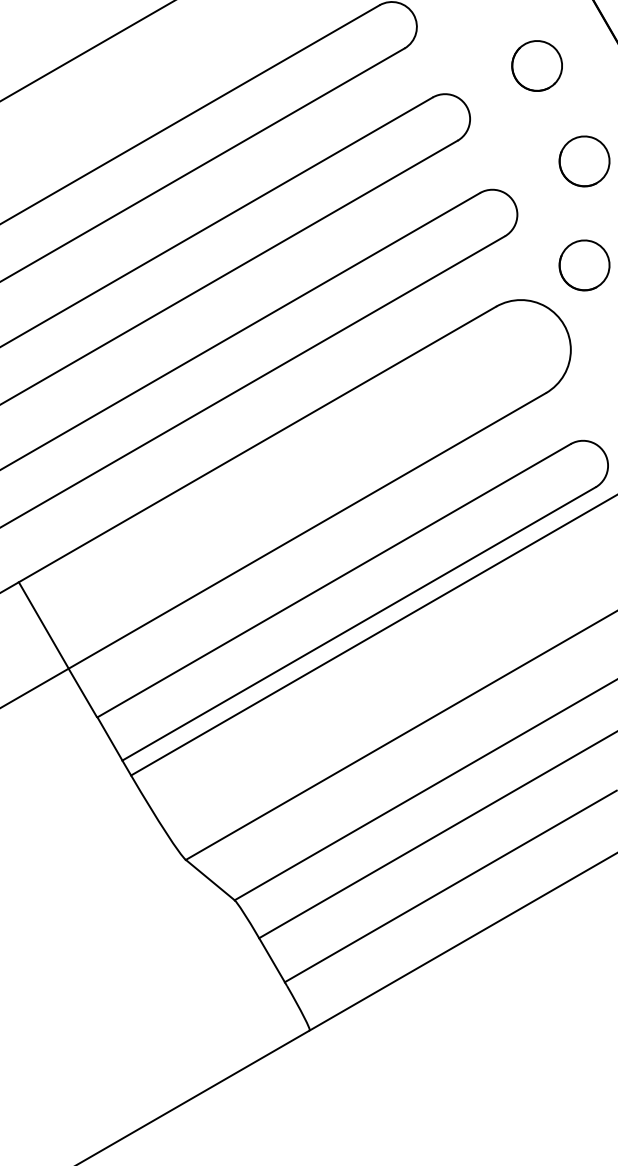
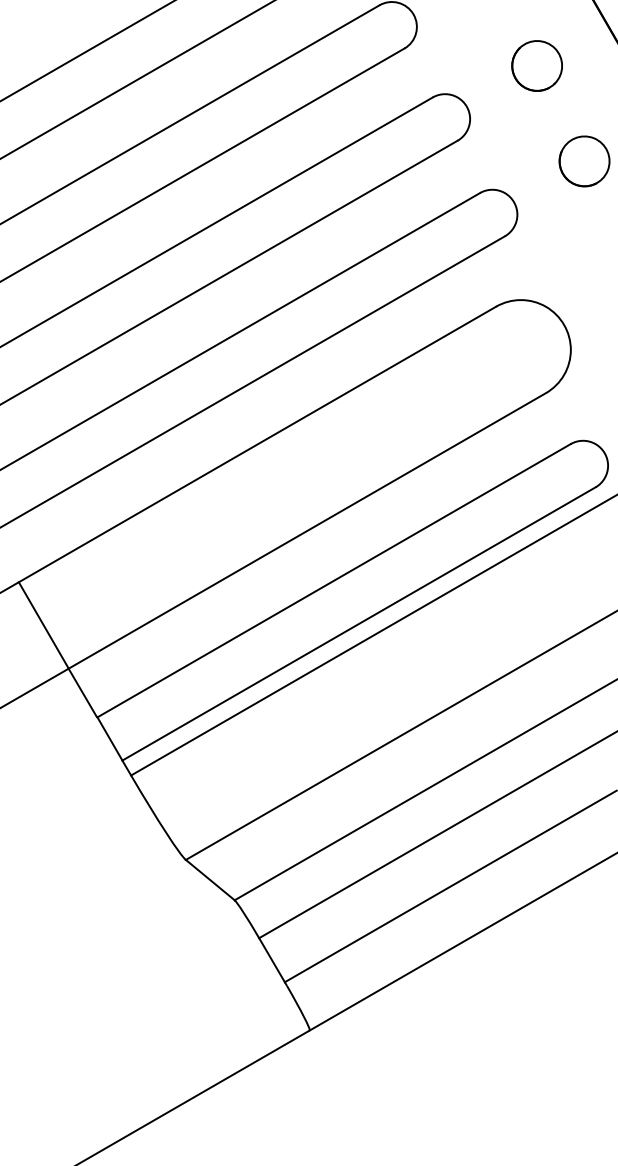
line at (136, 79): none -> present
part at (584, 265): present -> none
